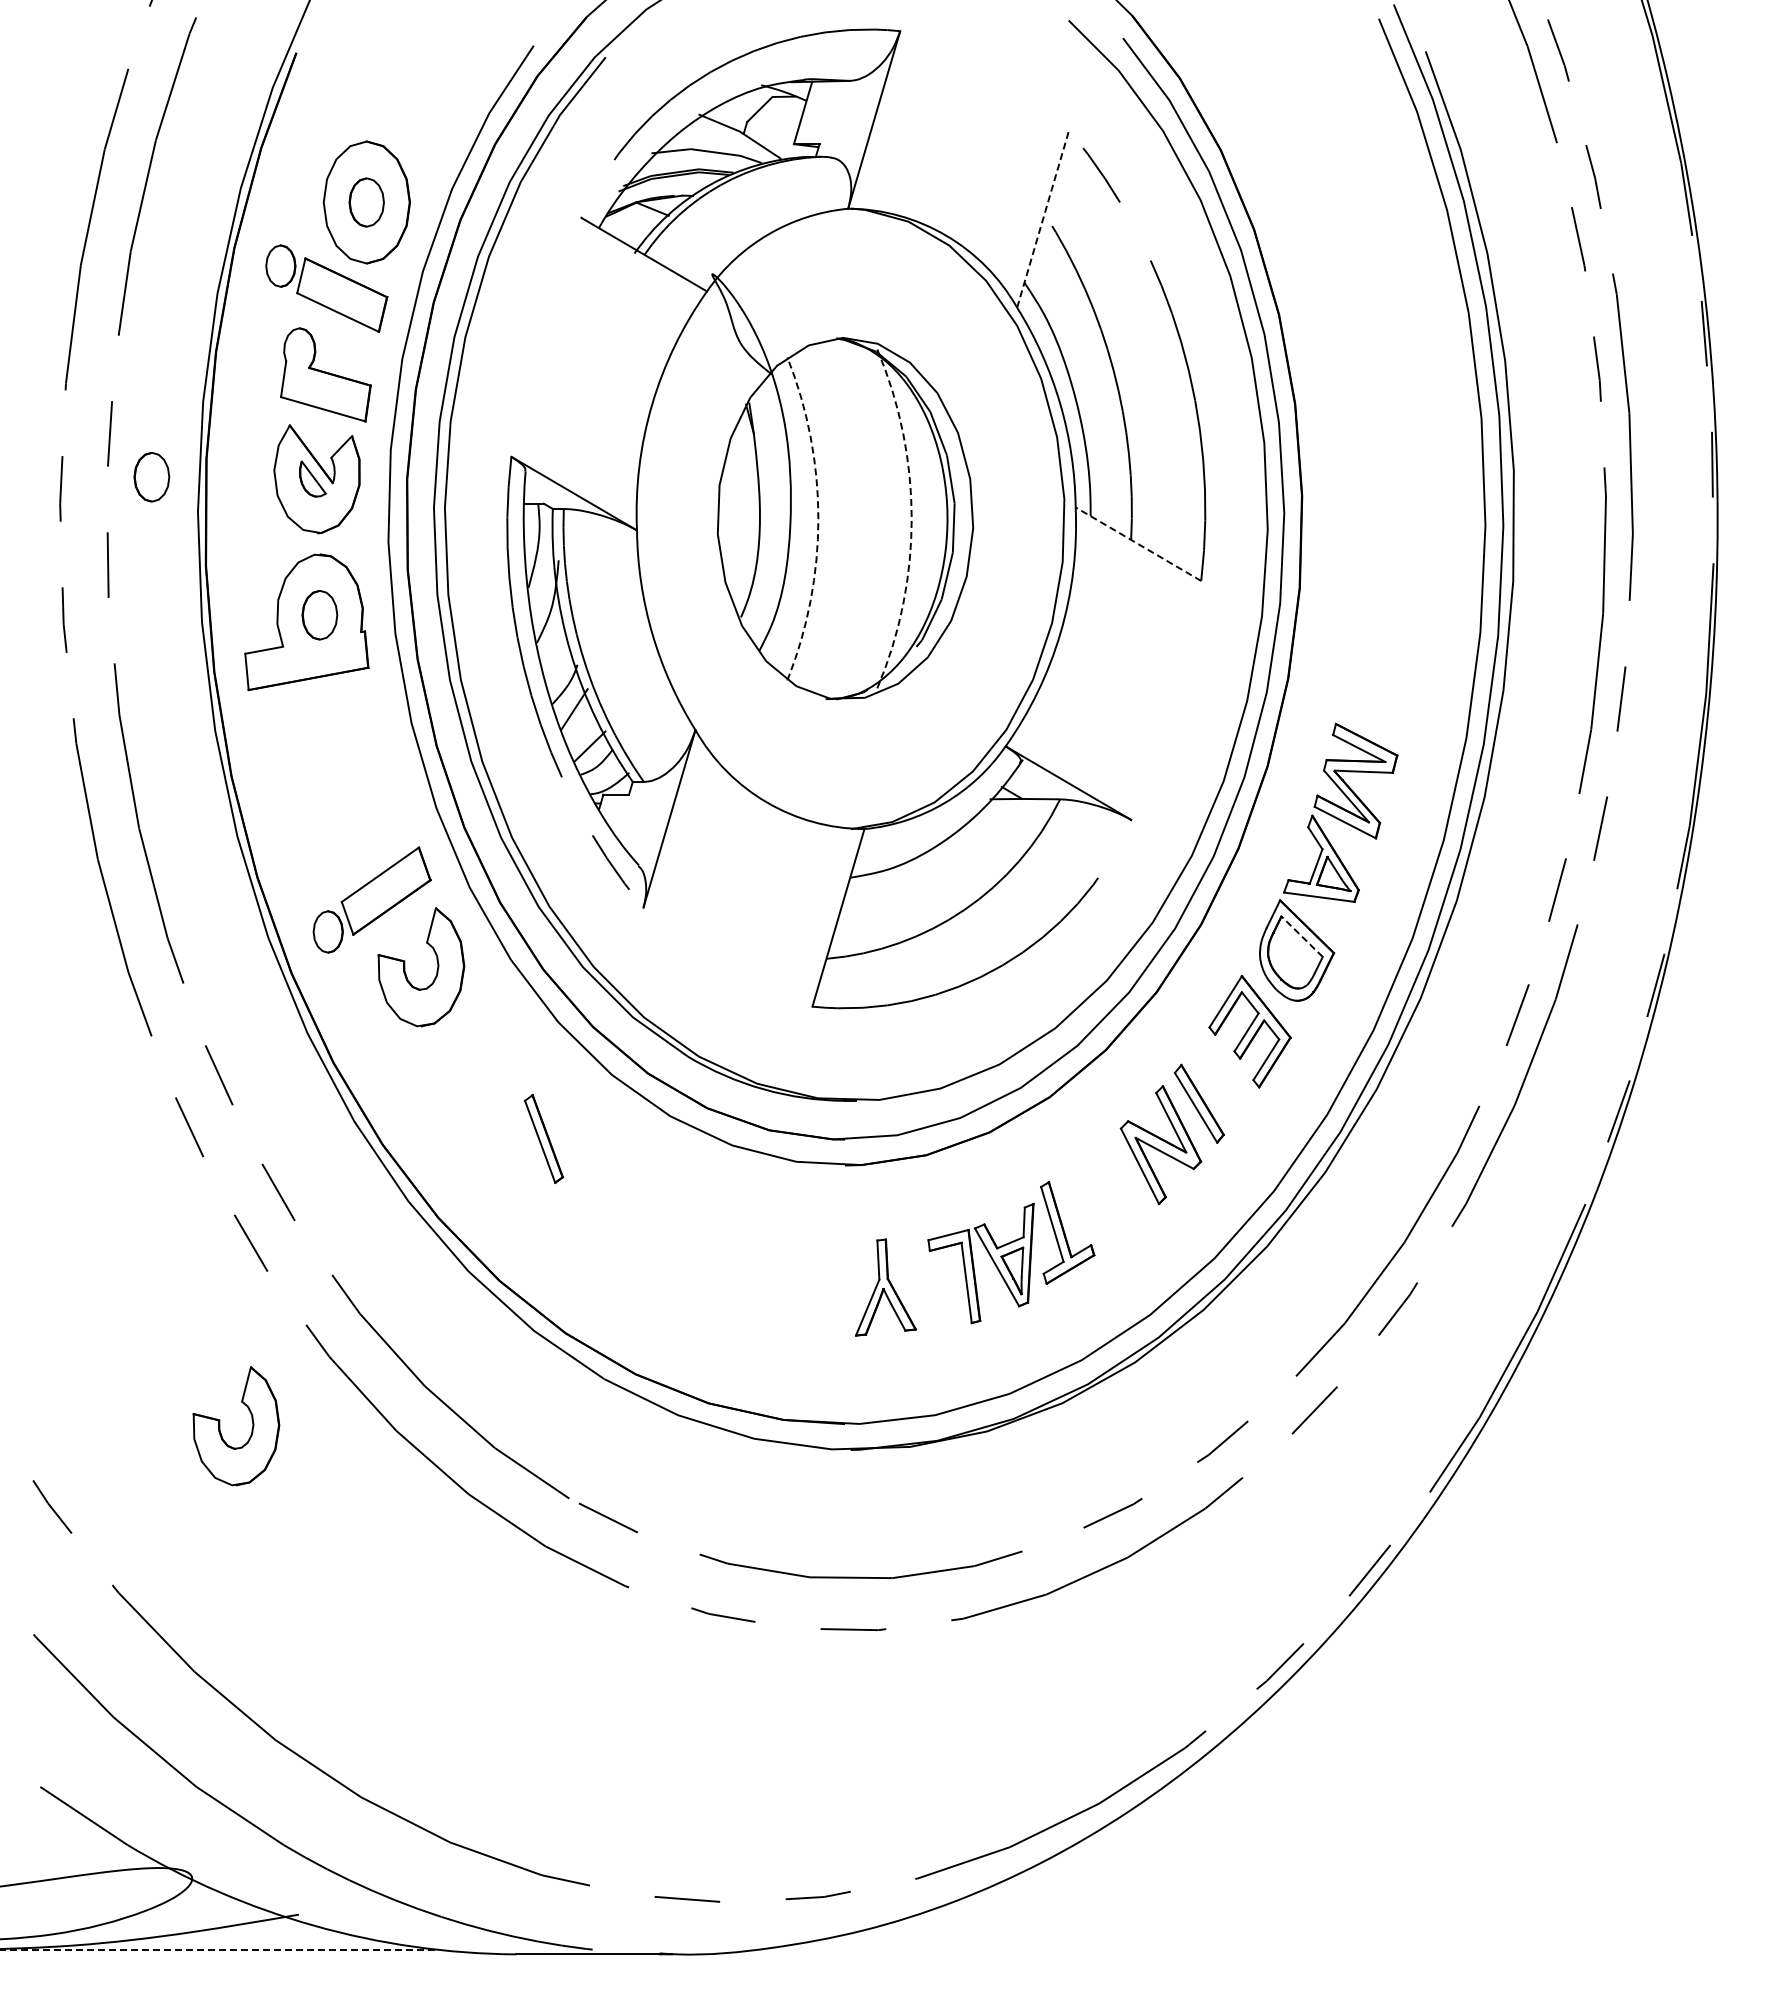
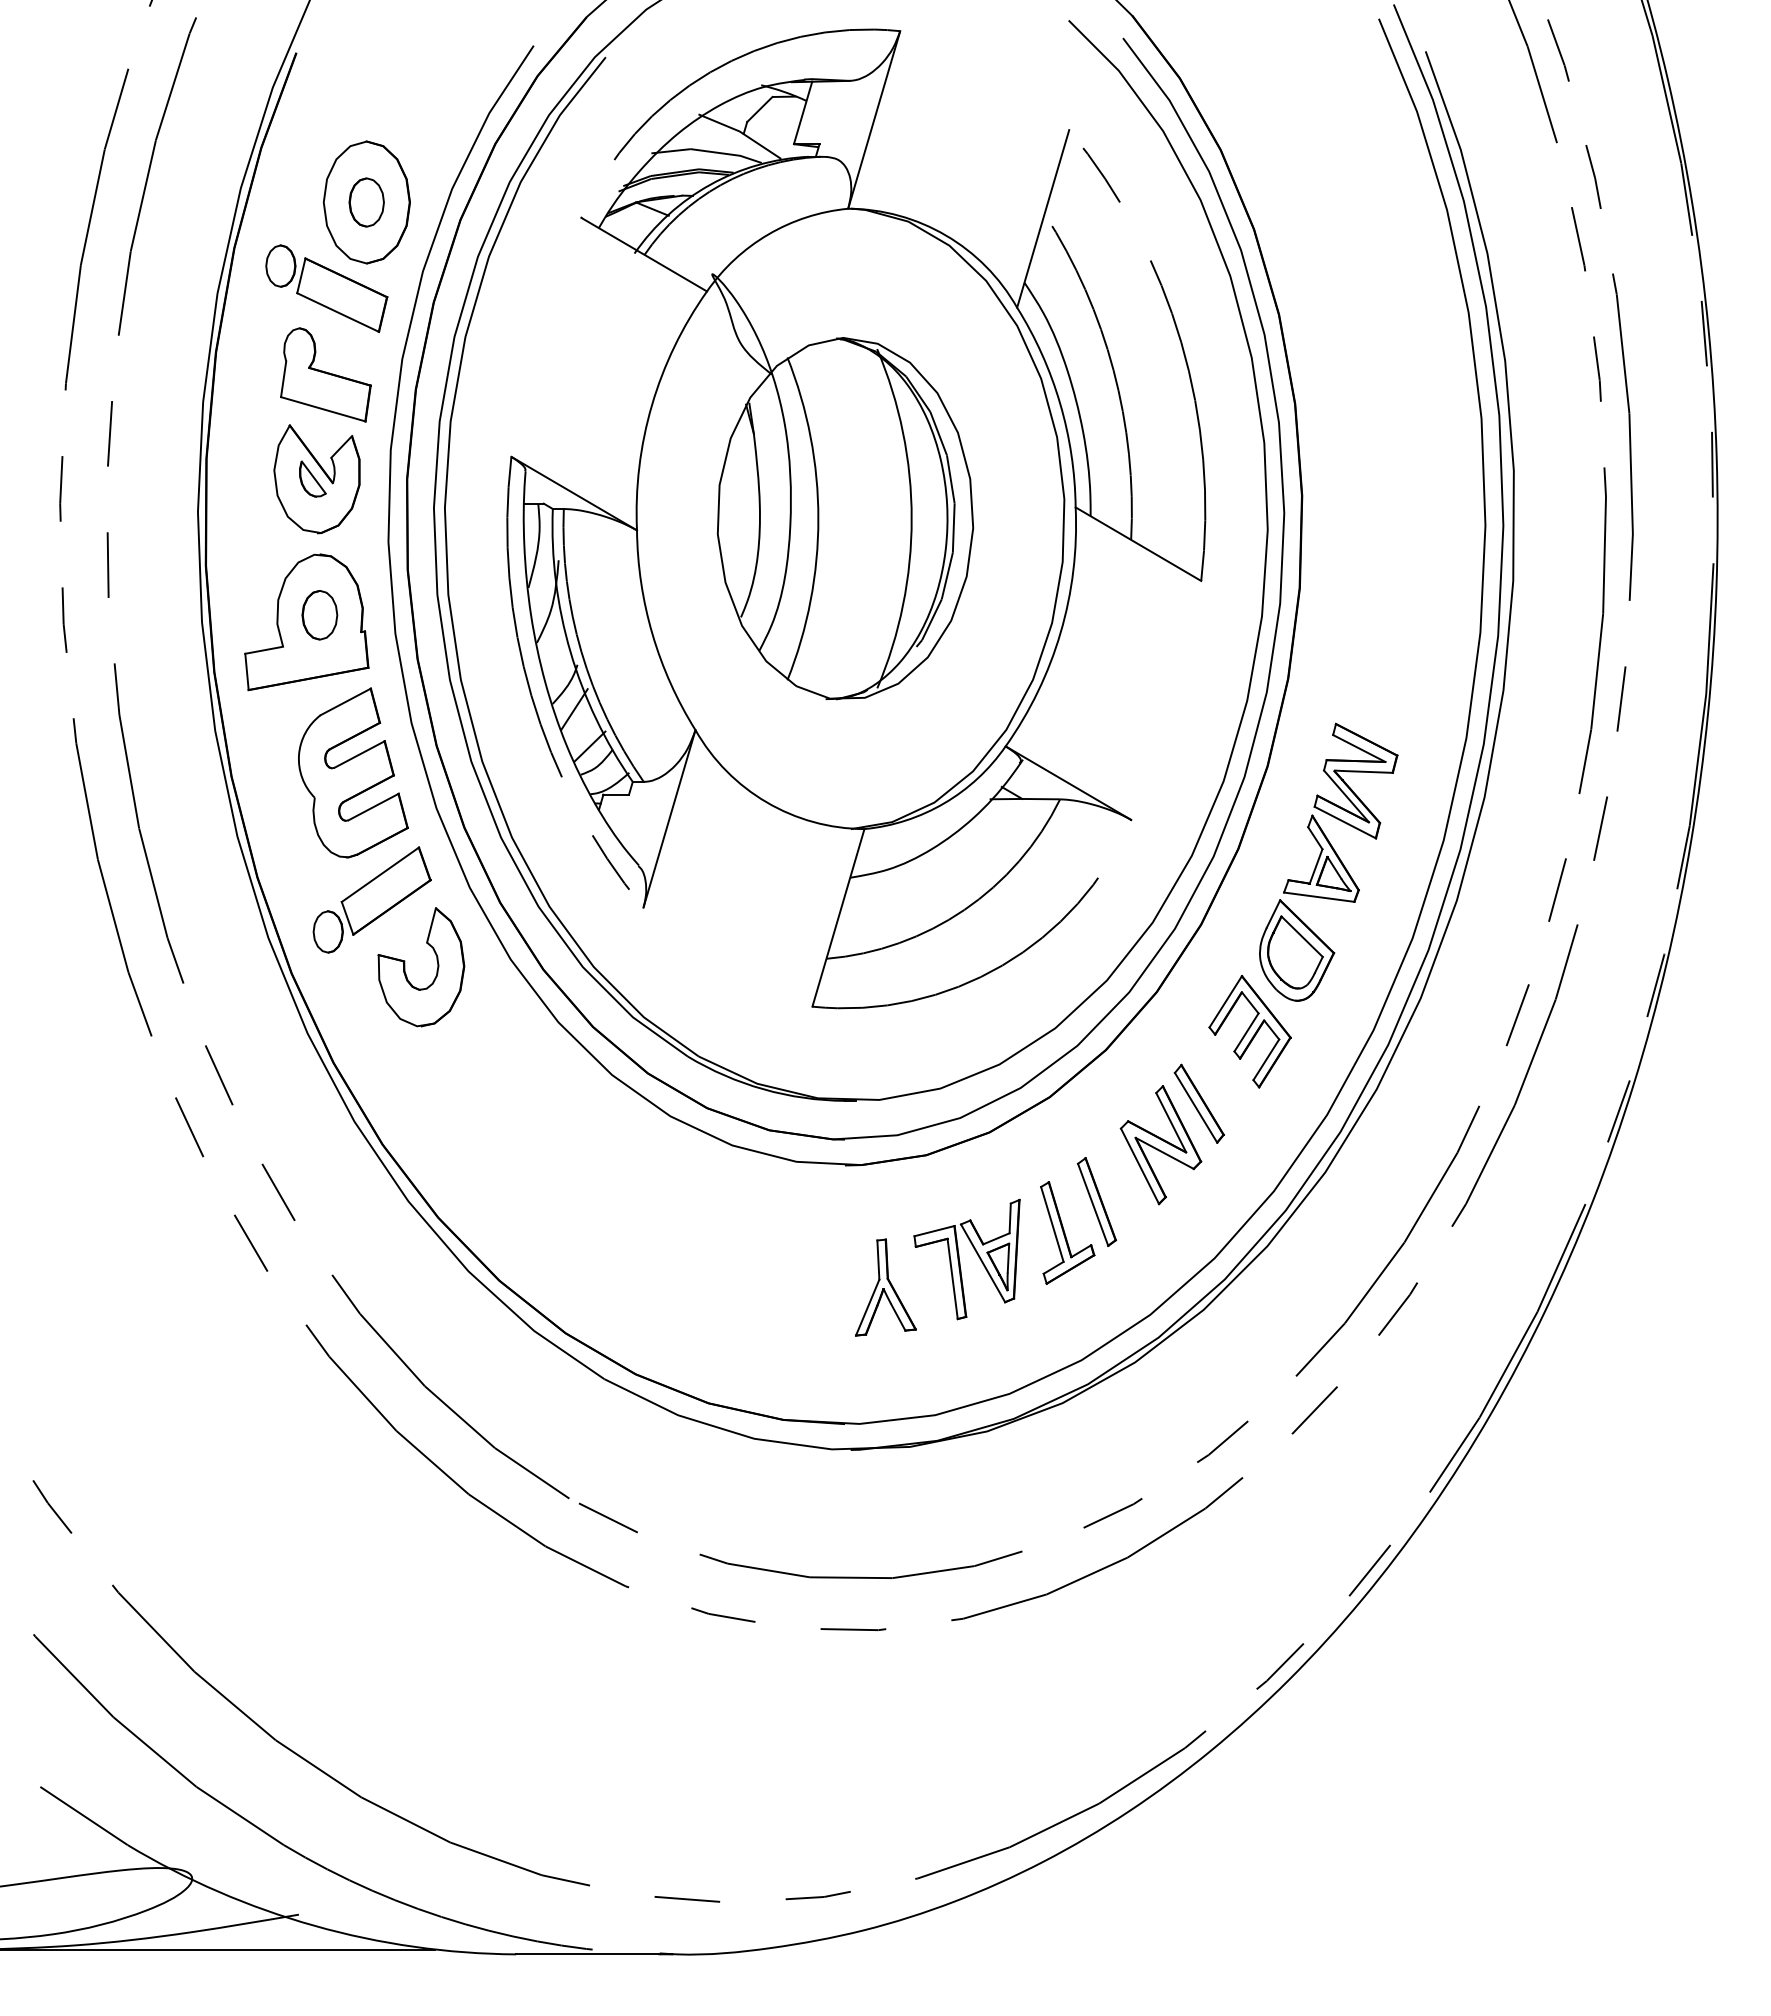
line at (1043, 218): dashed -> solid
part at (151, 477): present -> none
arc at (818, 518): dashed -> solid
arc at (911, 518): dashed -> solid
line at (1138, 544): dashed -> solid
part at (353, 772): none -> present
line at (1302, 936): dashed -> solid
part at (543, 1138) position: (543, 1138) -> (1096, 1201)
part at (974, 1265) position: (974, 1265) -> (960, 1261)
part at (251, 1429): present -> none
line at (217, 1949): dashed -> solid
